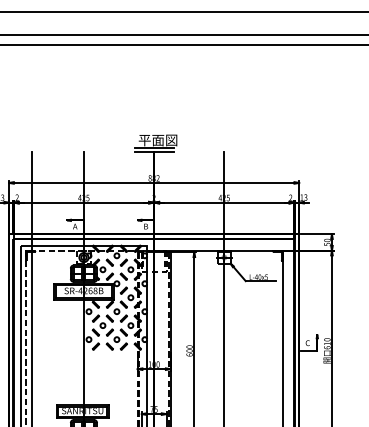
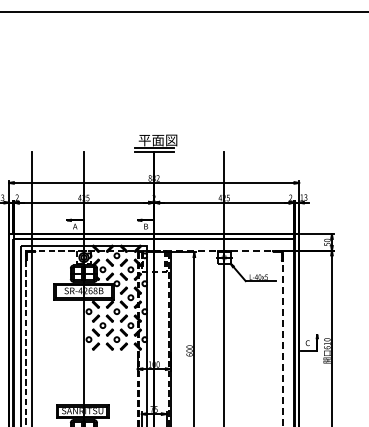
line at (183, 35): present -> none
line at (183, 45): present -> none
line at (282, 273): solid -> dashed
